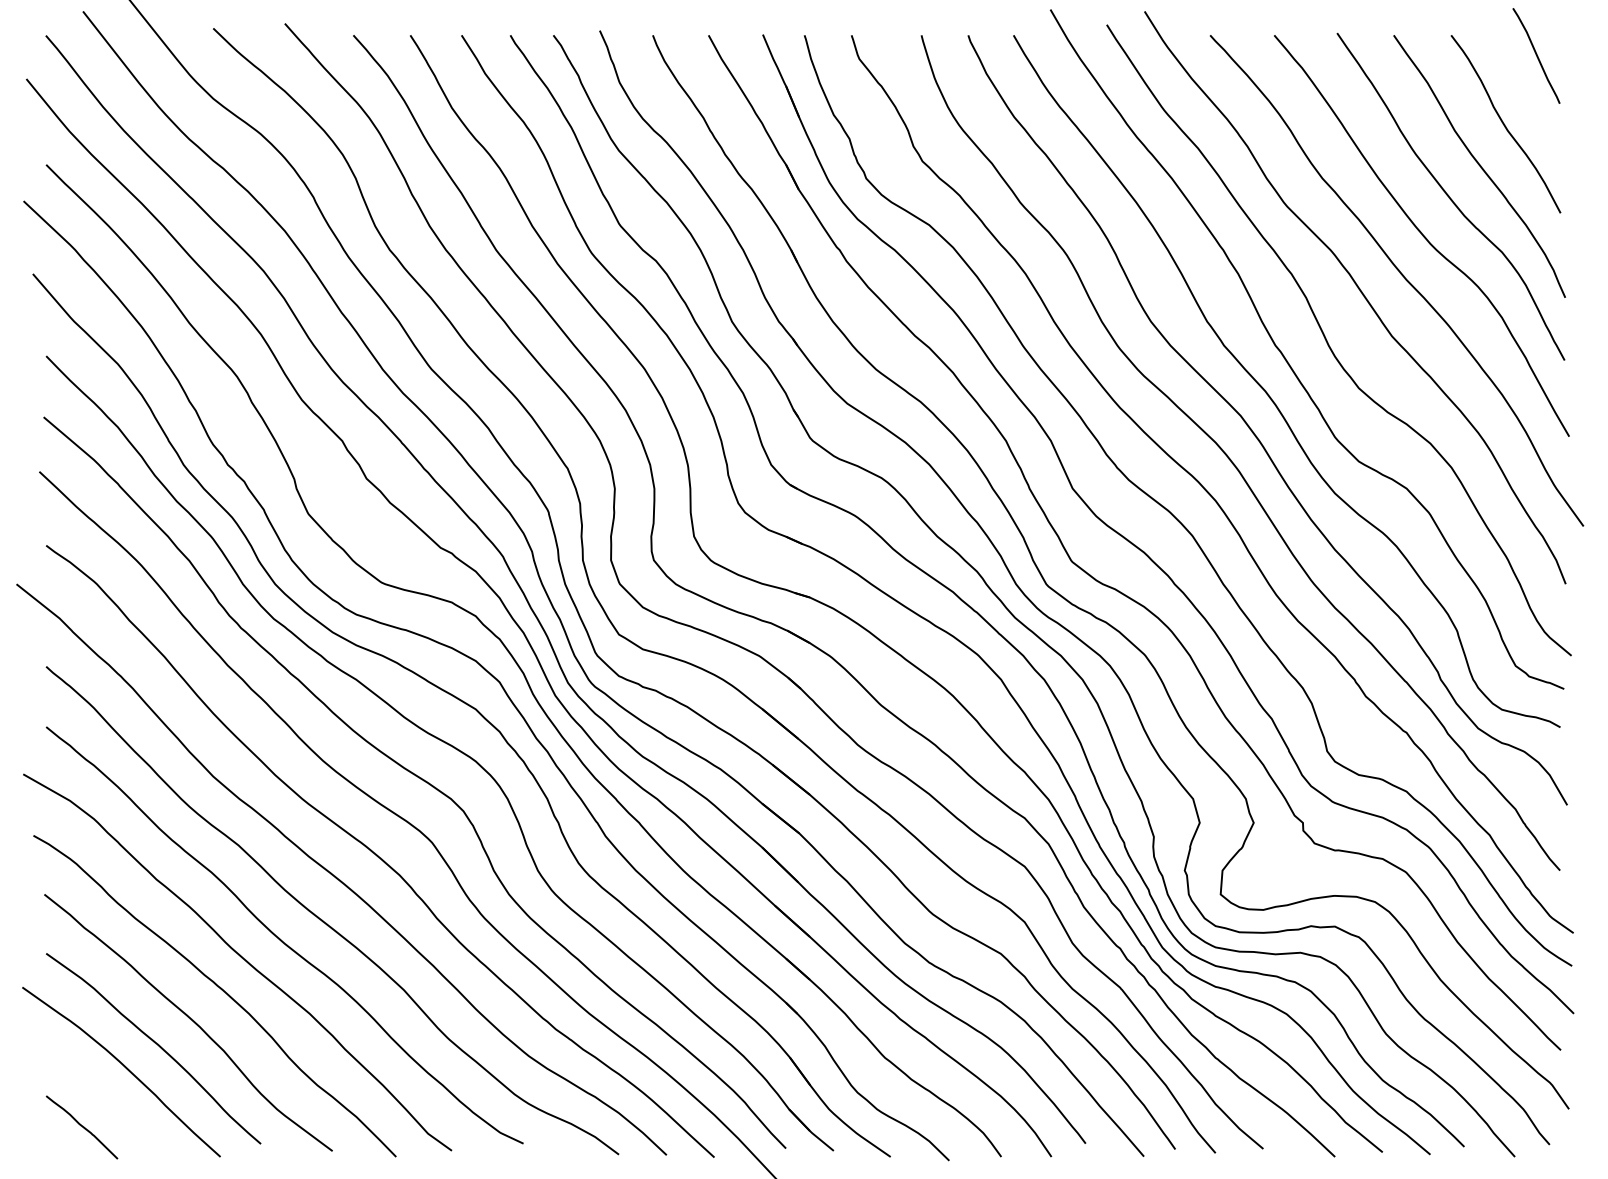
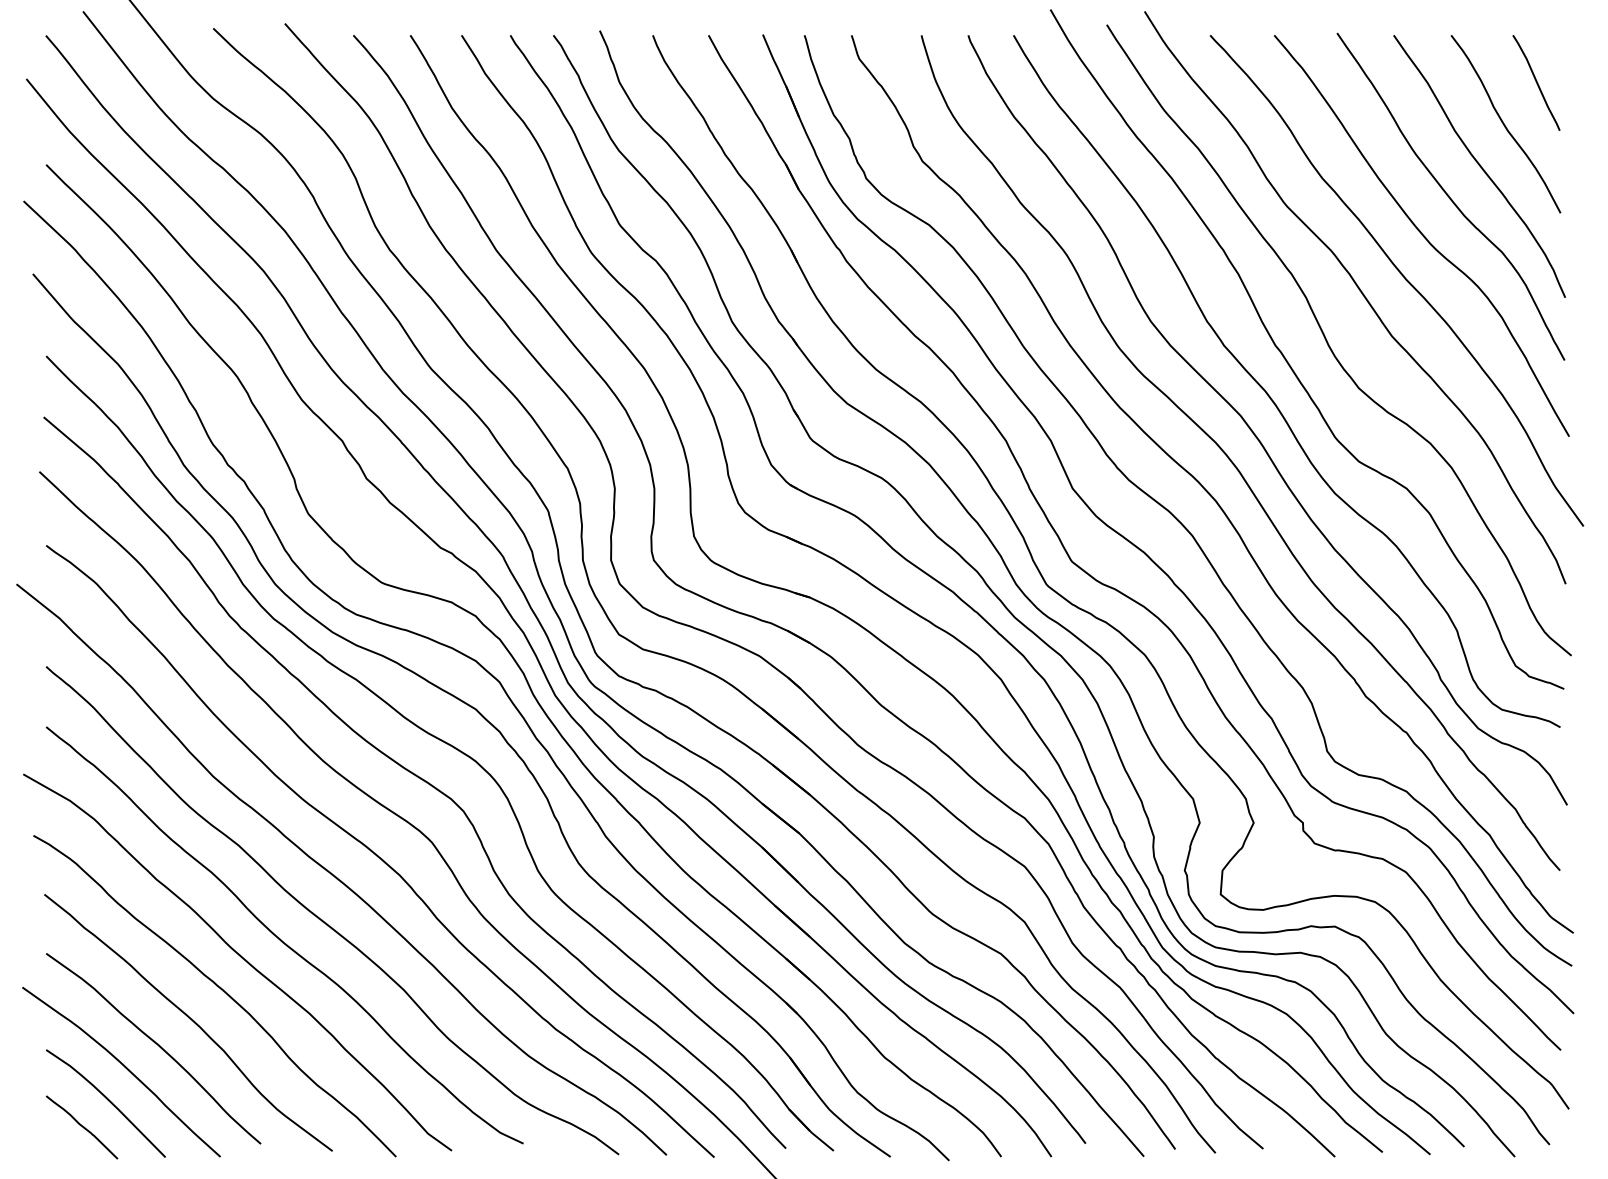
curve at (1536, 55) position: (1536, 55) -> (1536, 82)
curve at (107, 1100): none -> present
